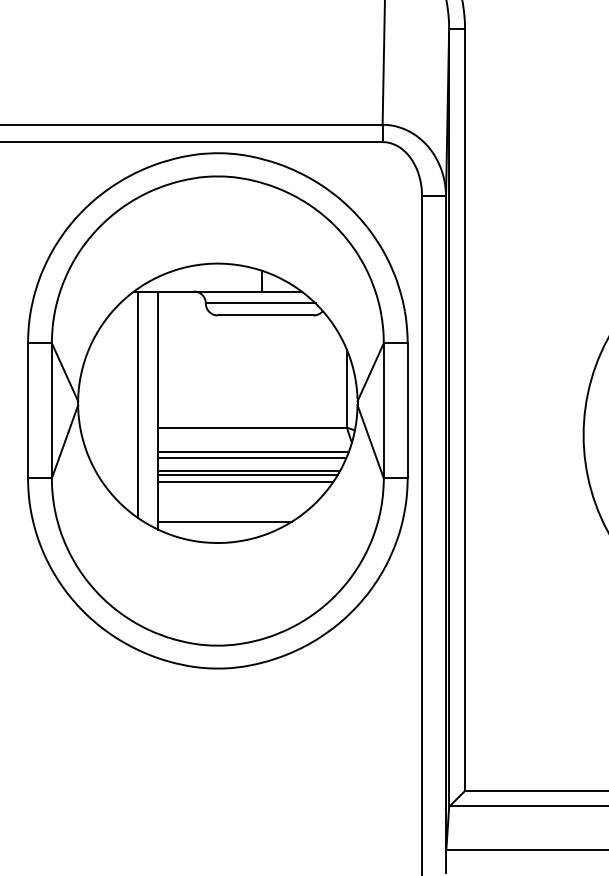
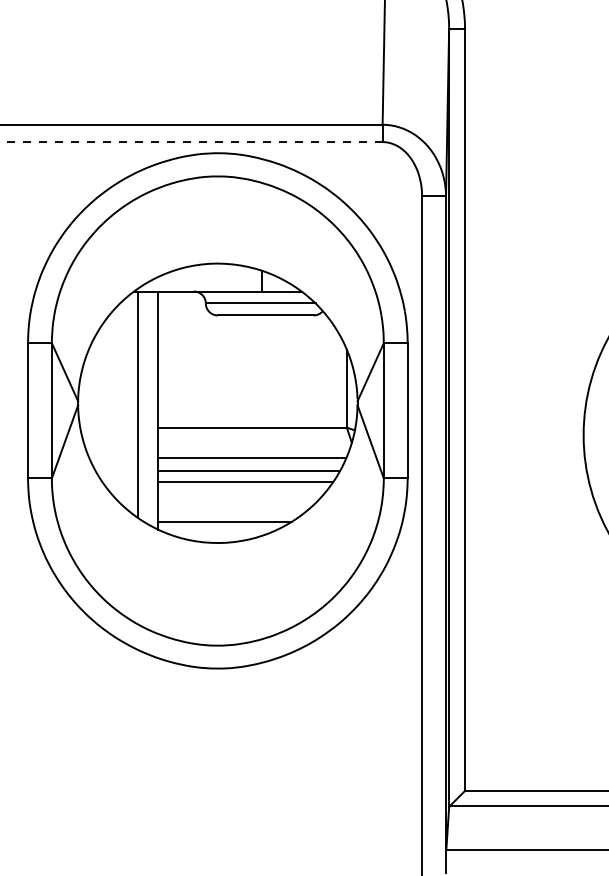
line at (191, 142): solid -> dashed
line at (252, 451): present -> none
line at (247, 475): present -> none
